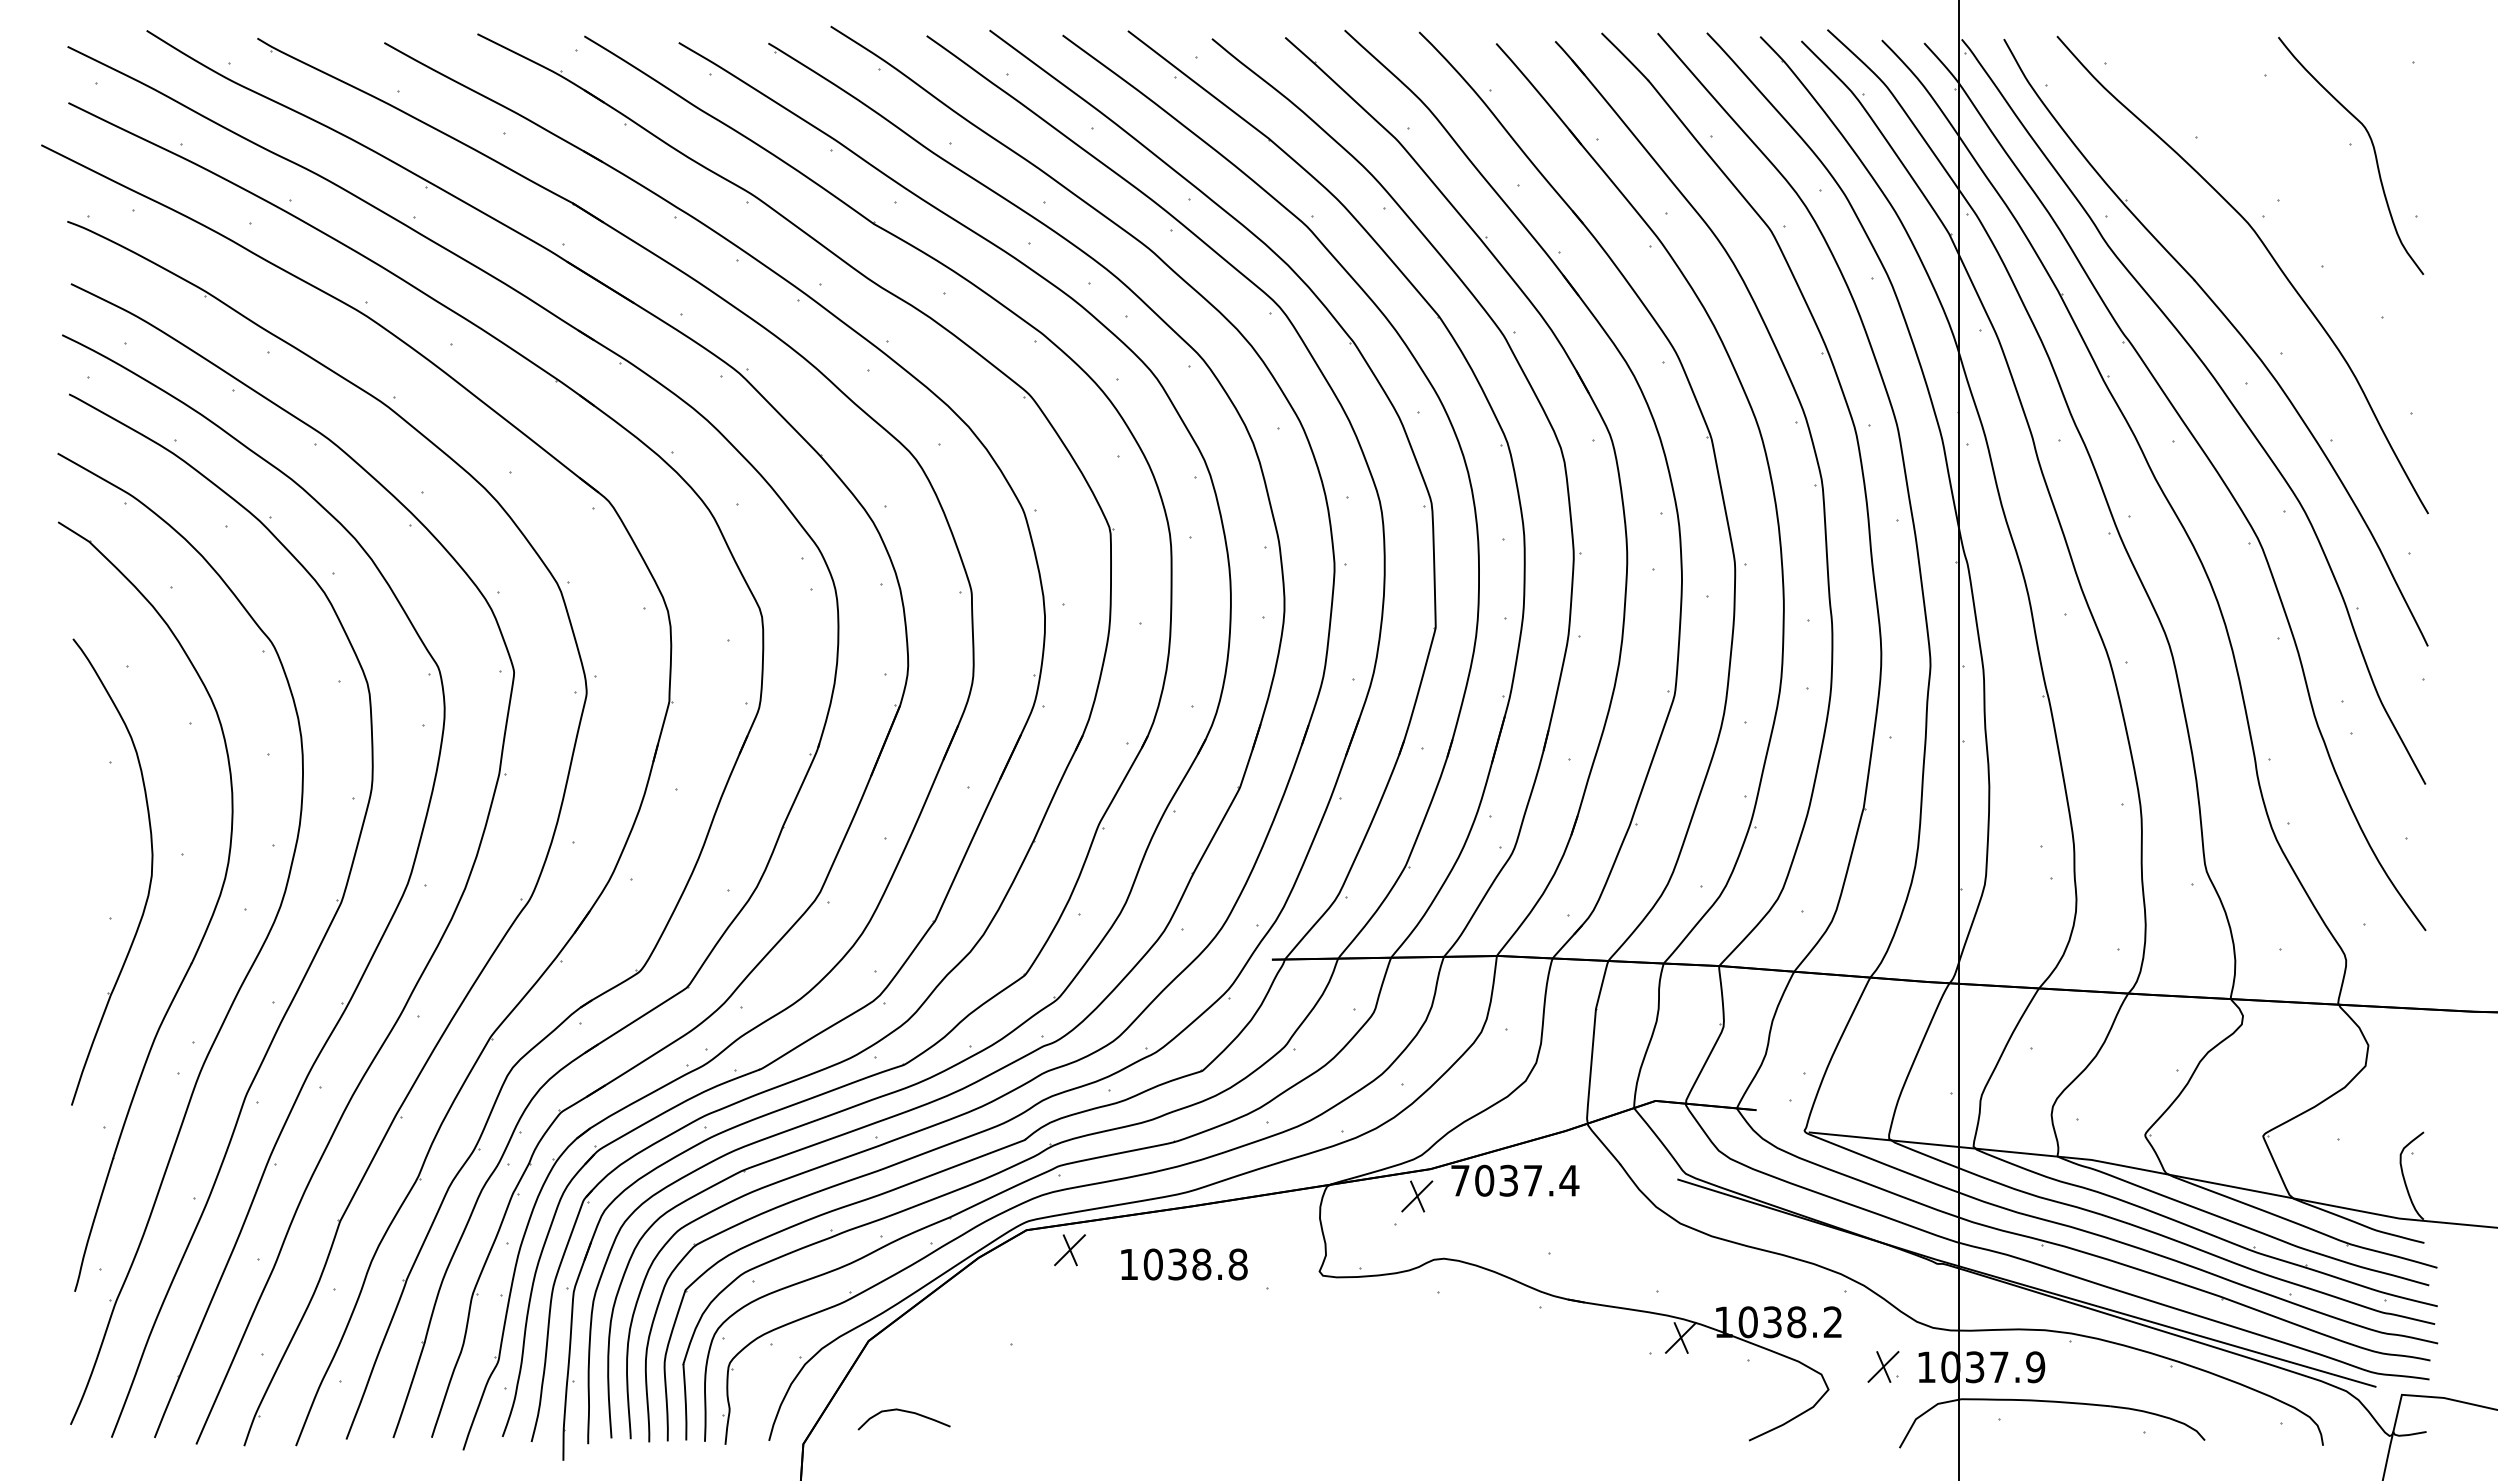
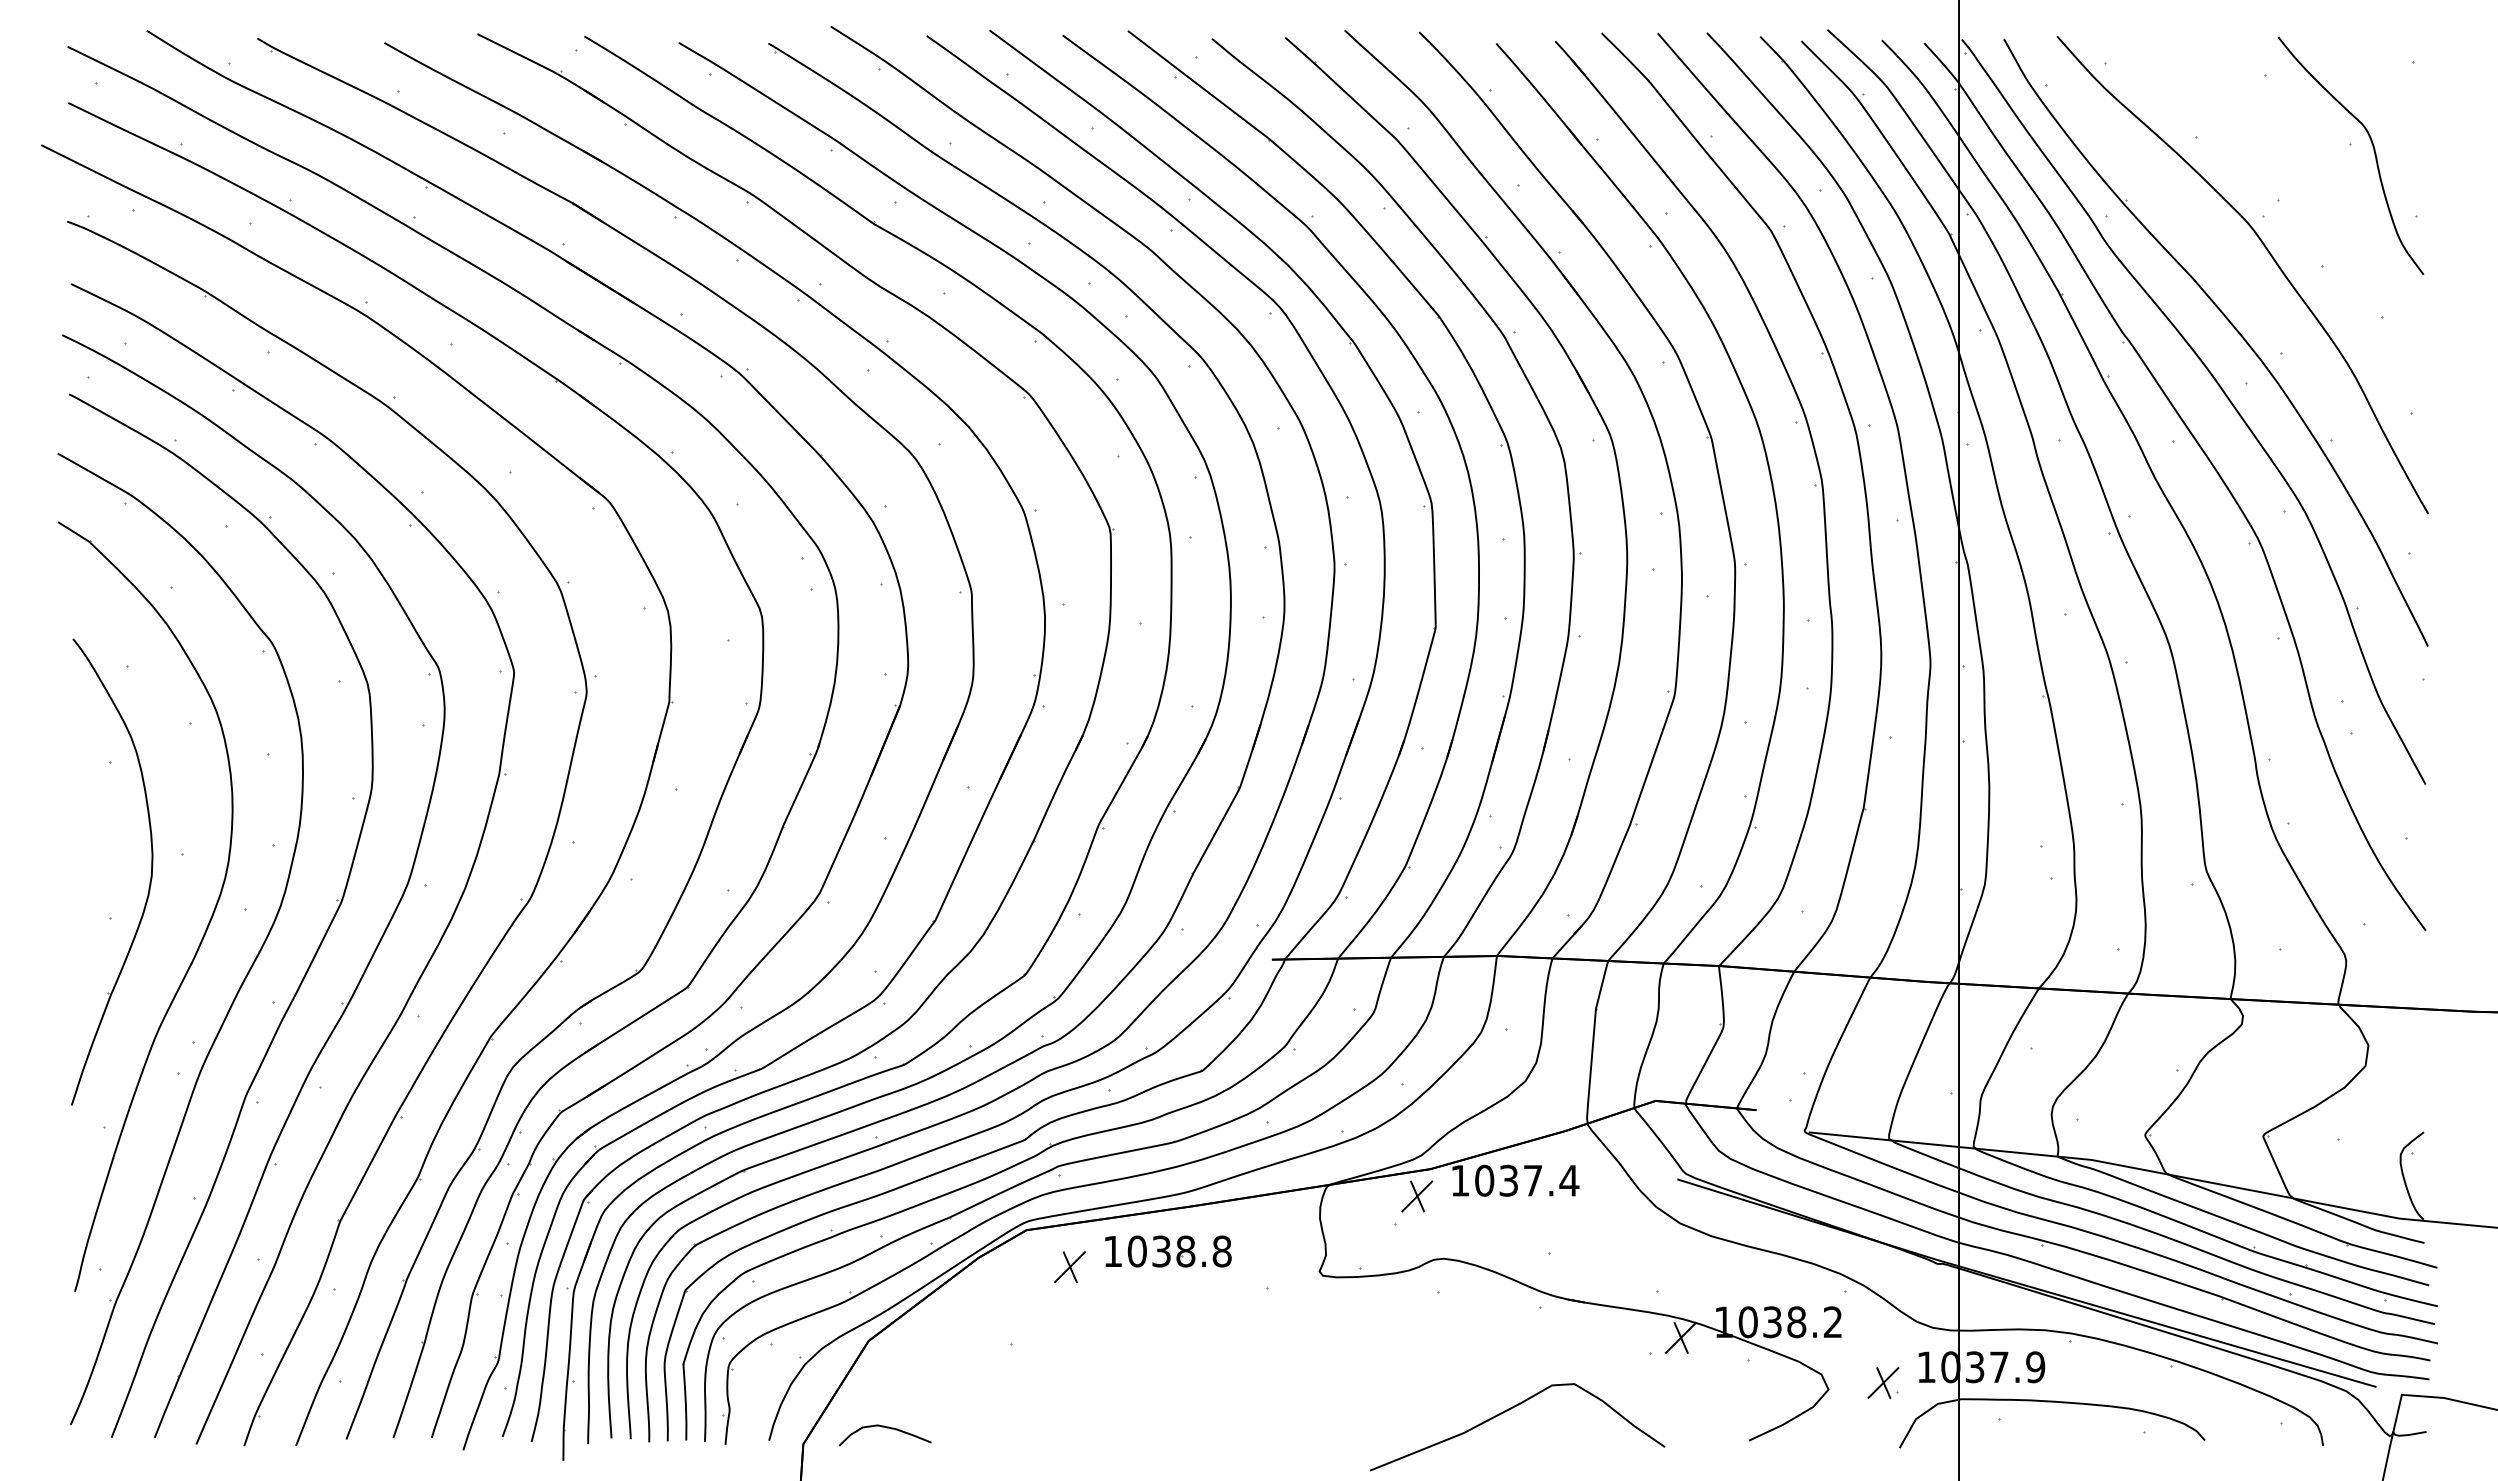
text at (1460, 1180): 7037.4 -> 1037.4
part at (1069, 1250) position: (1069, 1250) -> (1069, 1267)
part at (1184, 1264) position: (1184, 1264) -> (1168, 1251)
part at (1883, 1366) position: (1883, 1366) -> (1883, 1382)
curve at (1509, 1410): none -> present
curve at (905, 1412) position: (905, 1412) -> (886, 1428)
